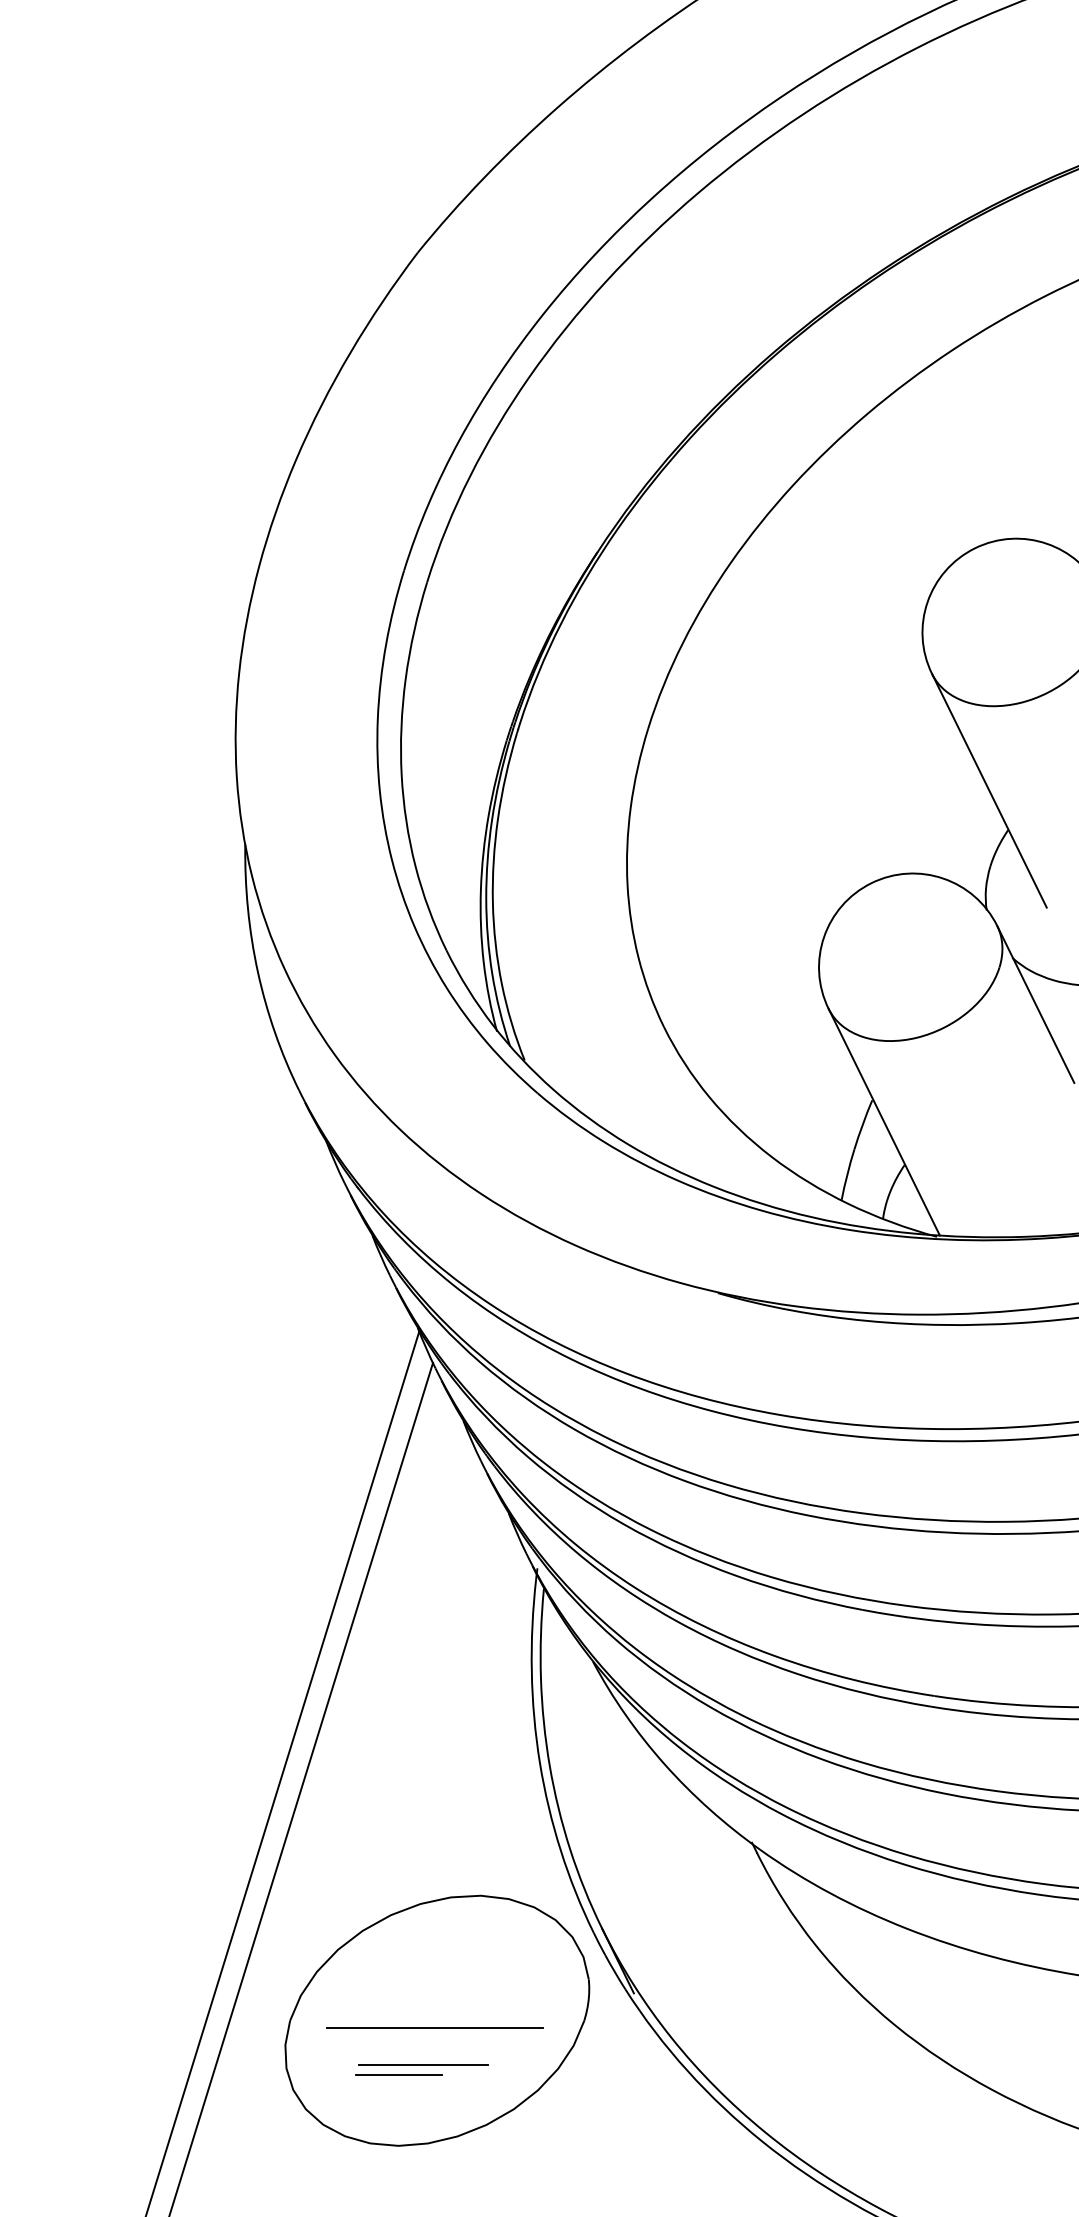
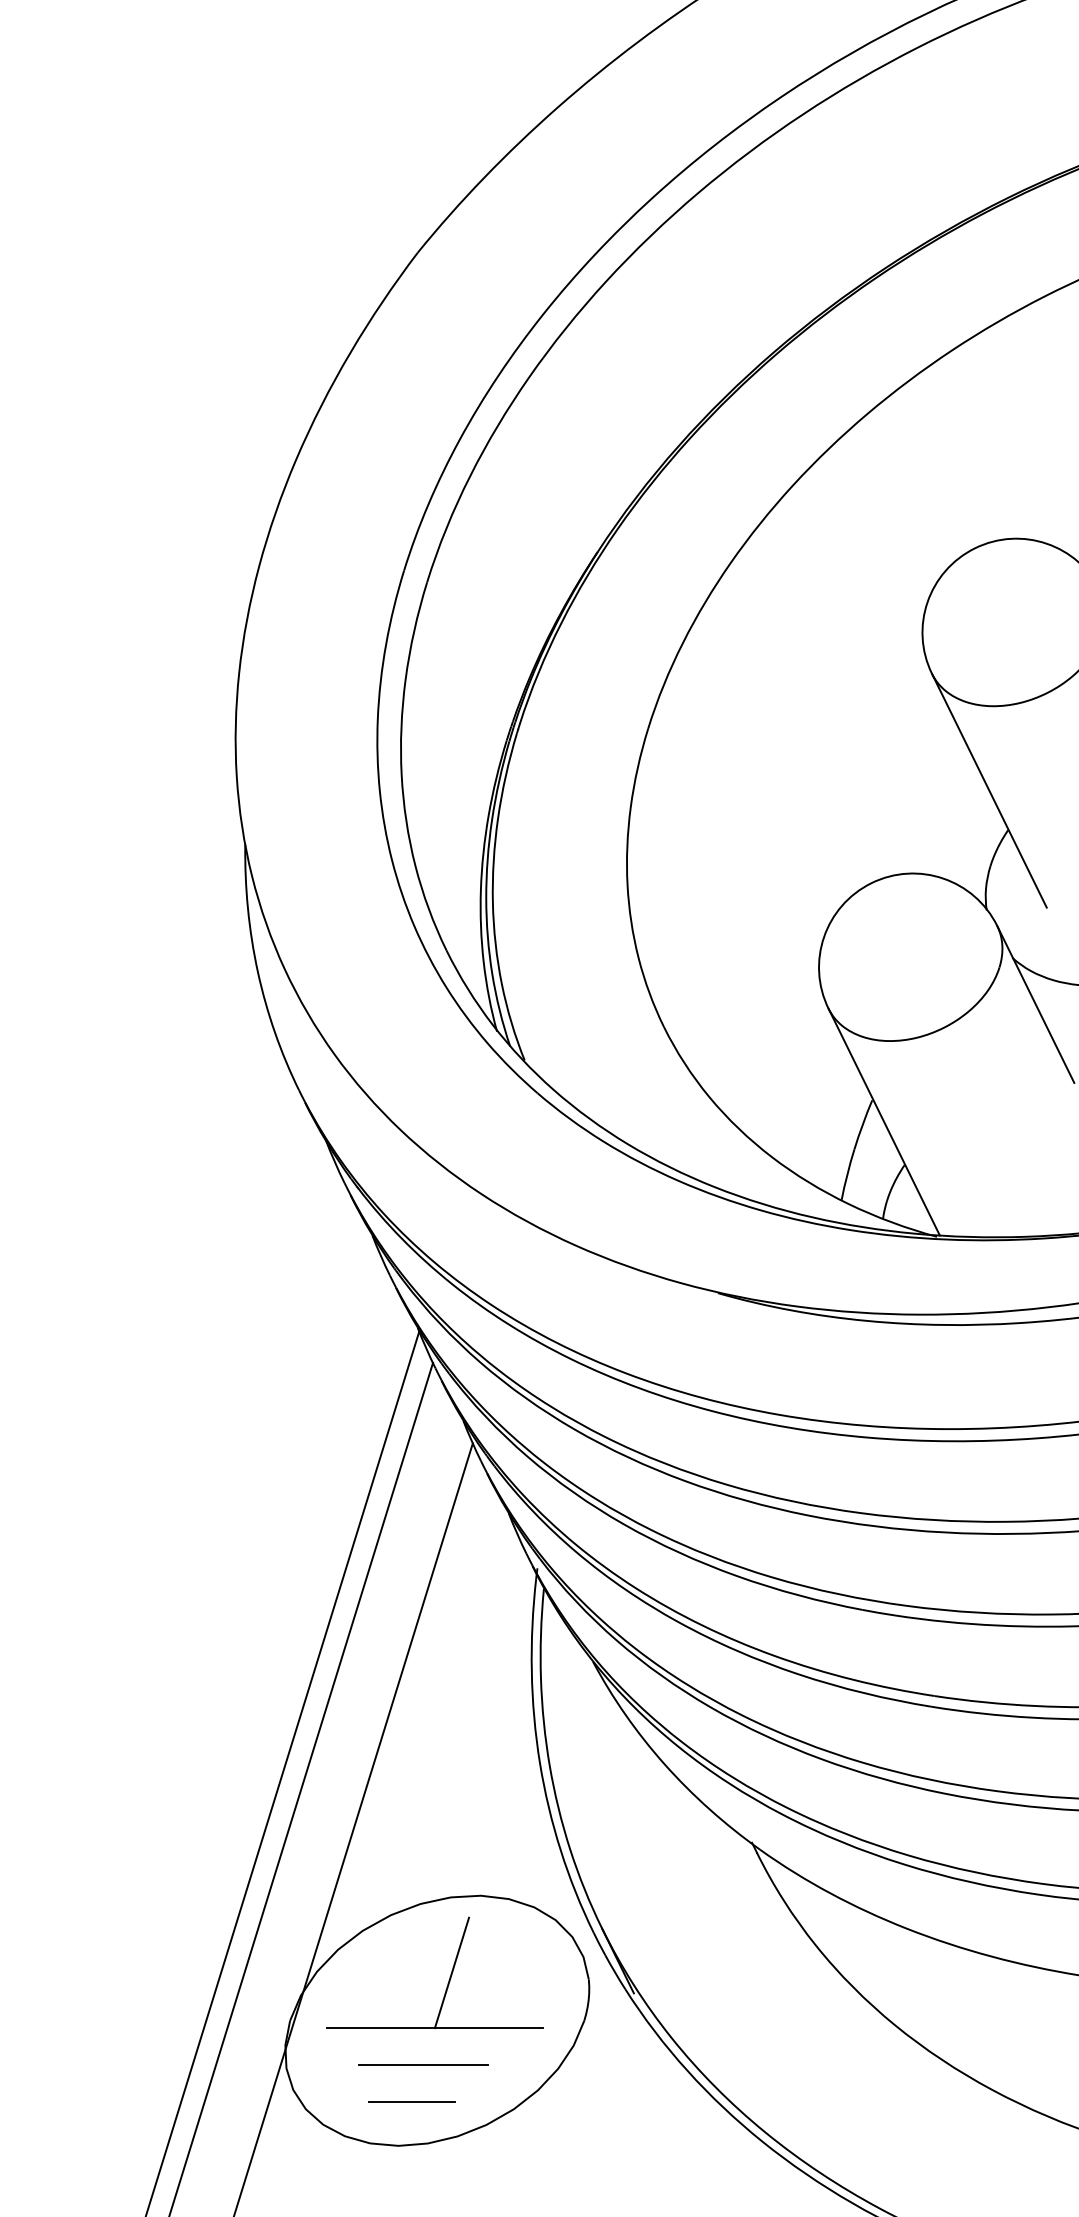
line at (353, 1828): none -> present
line at (451, 1972): none -> present
line at (398, 2074) position: (398, 2074) -> (411, 2101)
